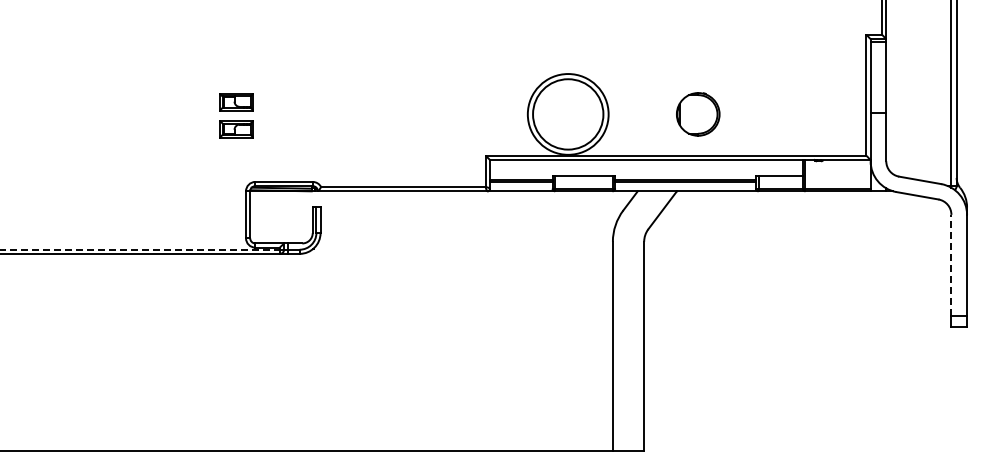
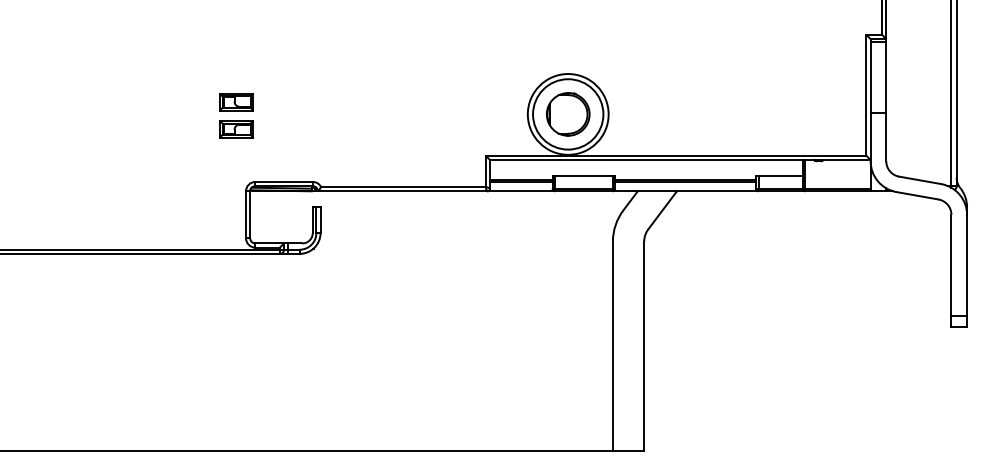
part at (698, 114) position: (698, 114) -> (568, 114)
line at (140, 249): dashed -> solid
line at (951, 265): dashed -> solid
